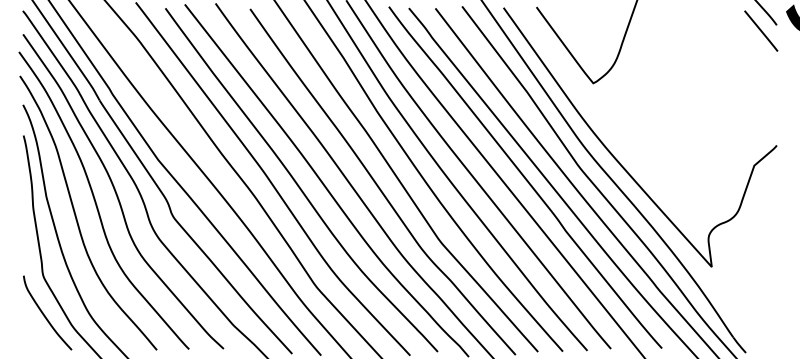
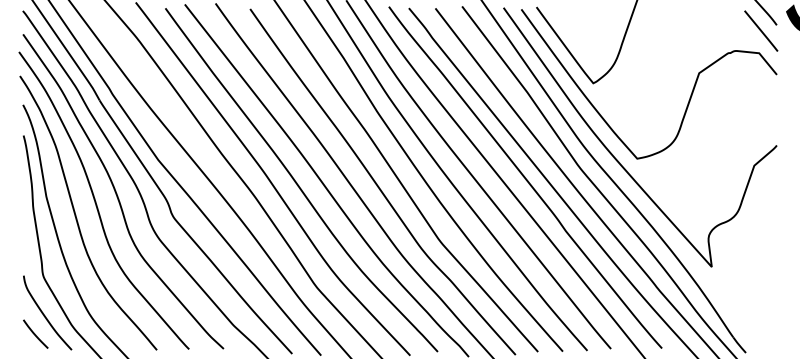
curve at (689, 97): none -> present
line at (35, 333): none -> present
